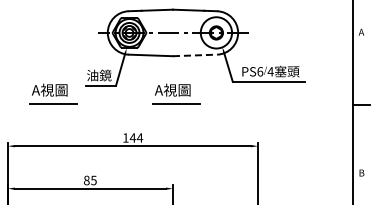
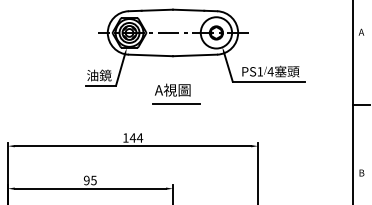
line at (195, 55): dashed -> solid
text at (260, 71): PS6 -> PS1
part at (53, 93): present -> none
text at (86, 180): 85 -> 95
